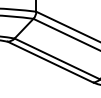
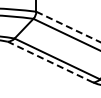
line at (67, 26): solid -> dashed
line at (50, 61): solid -> dashed
